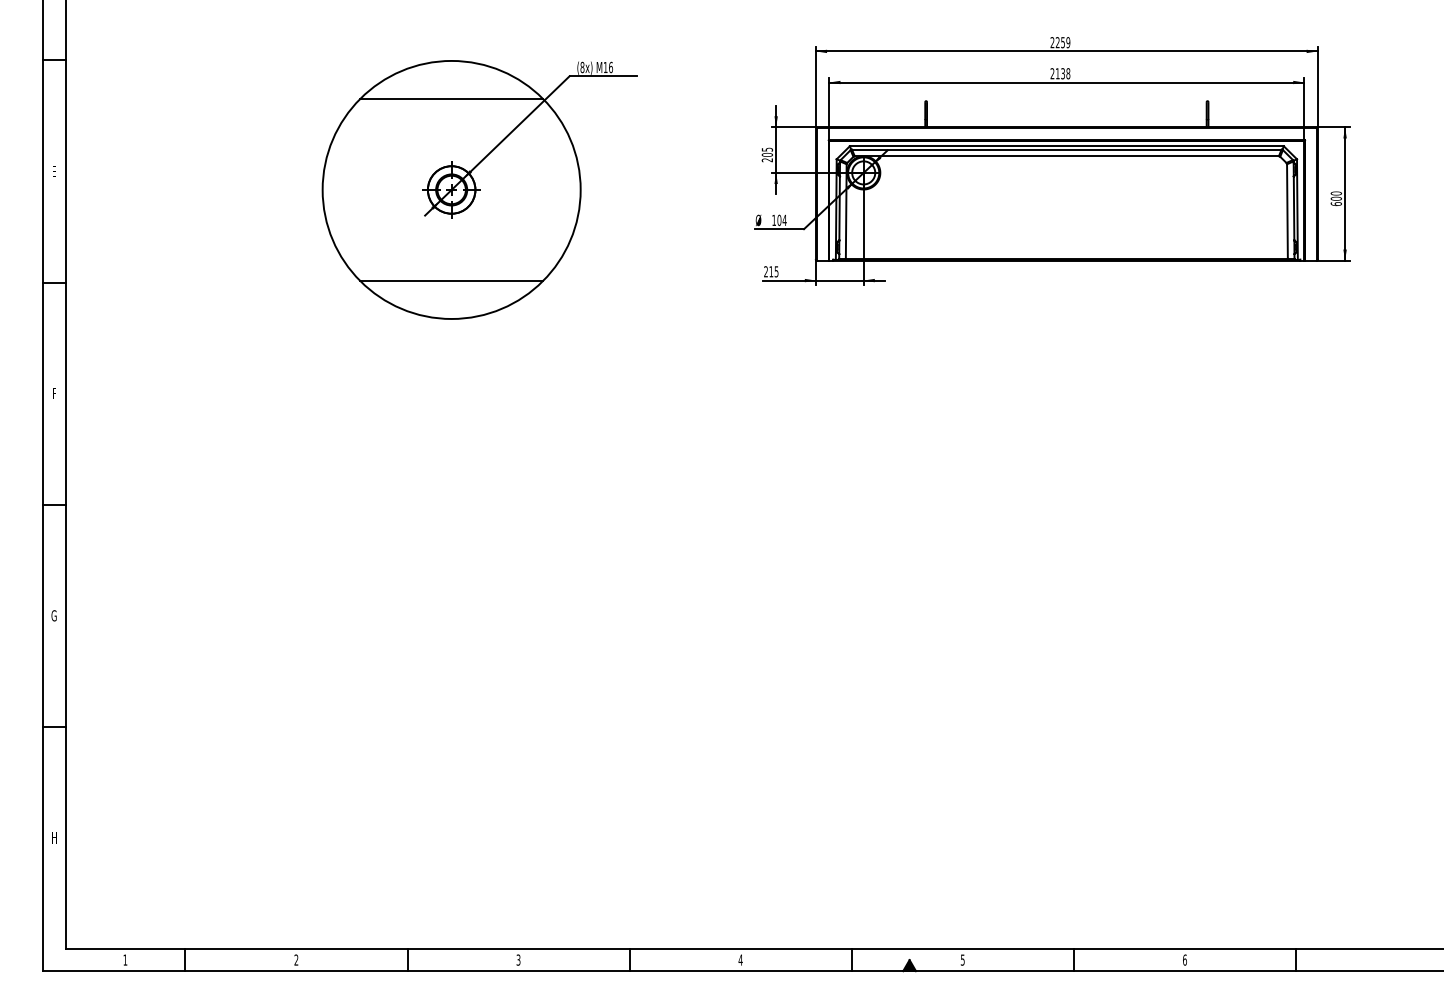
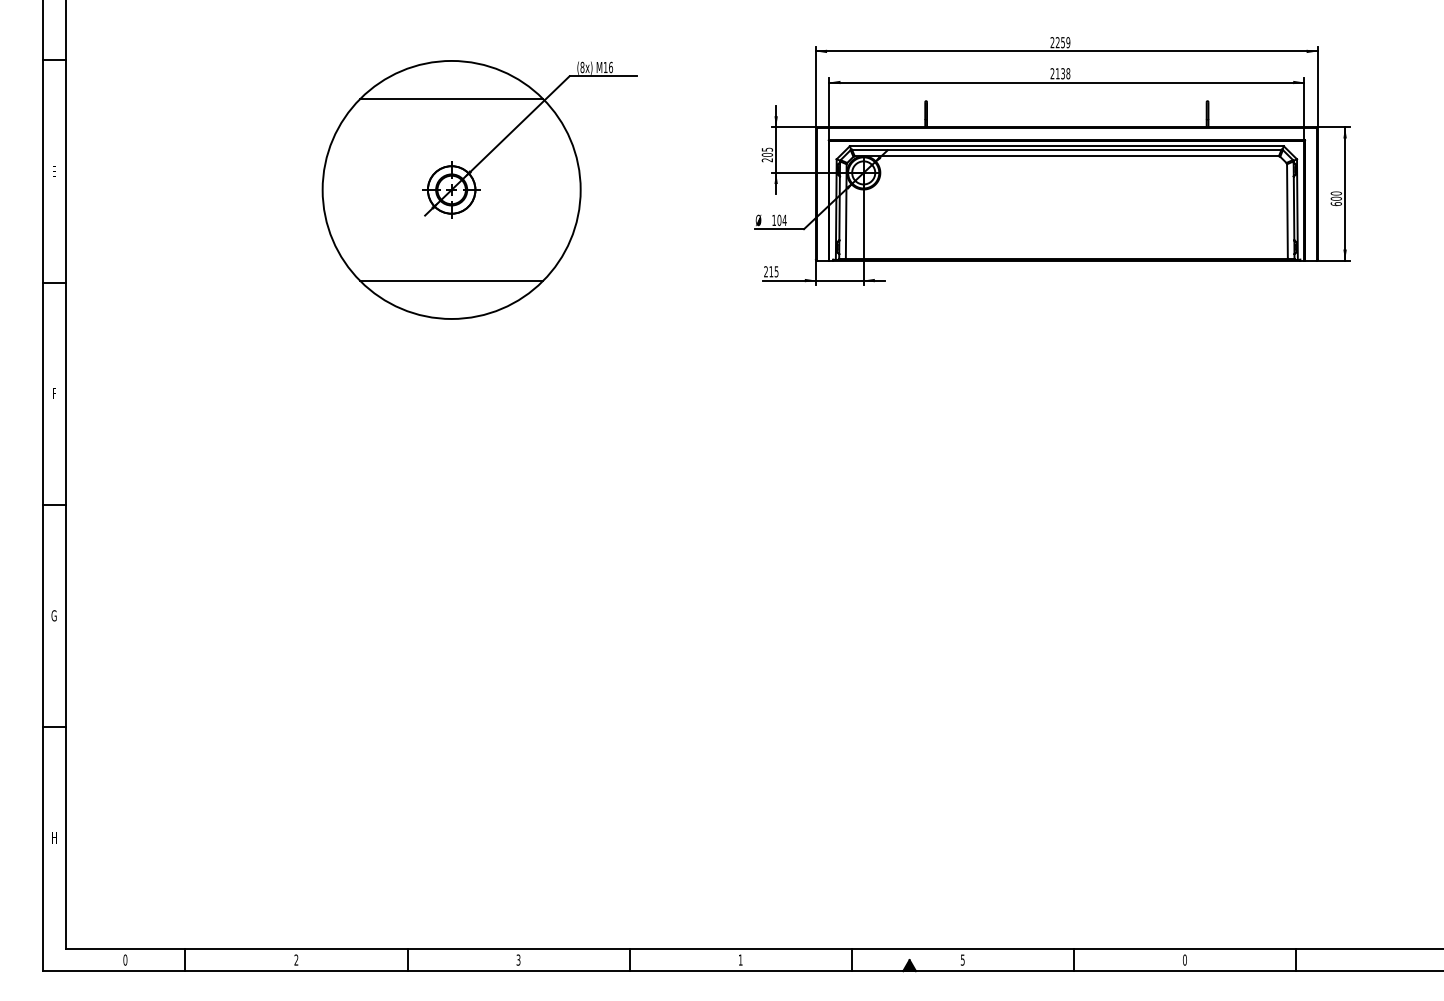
text at (125, 959): 1 -> 0
text at (740, 959): 4 -> 1
text at (1184, 959): 6 -> 0
